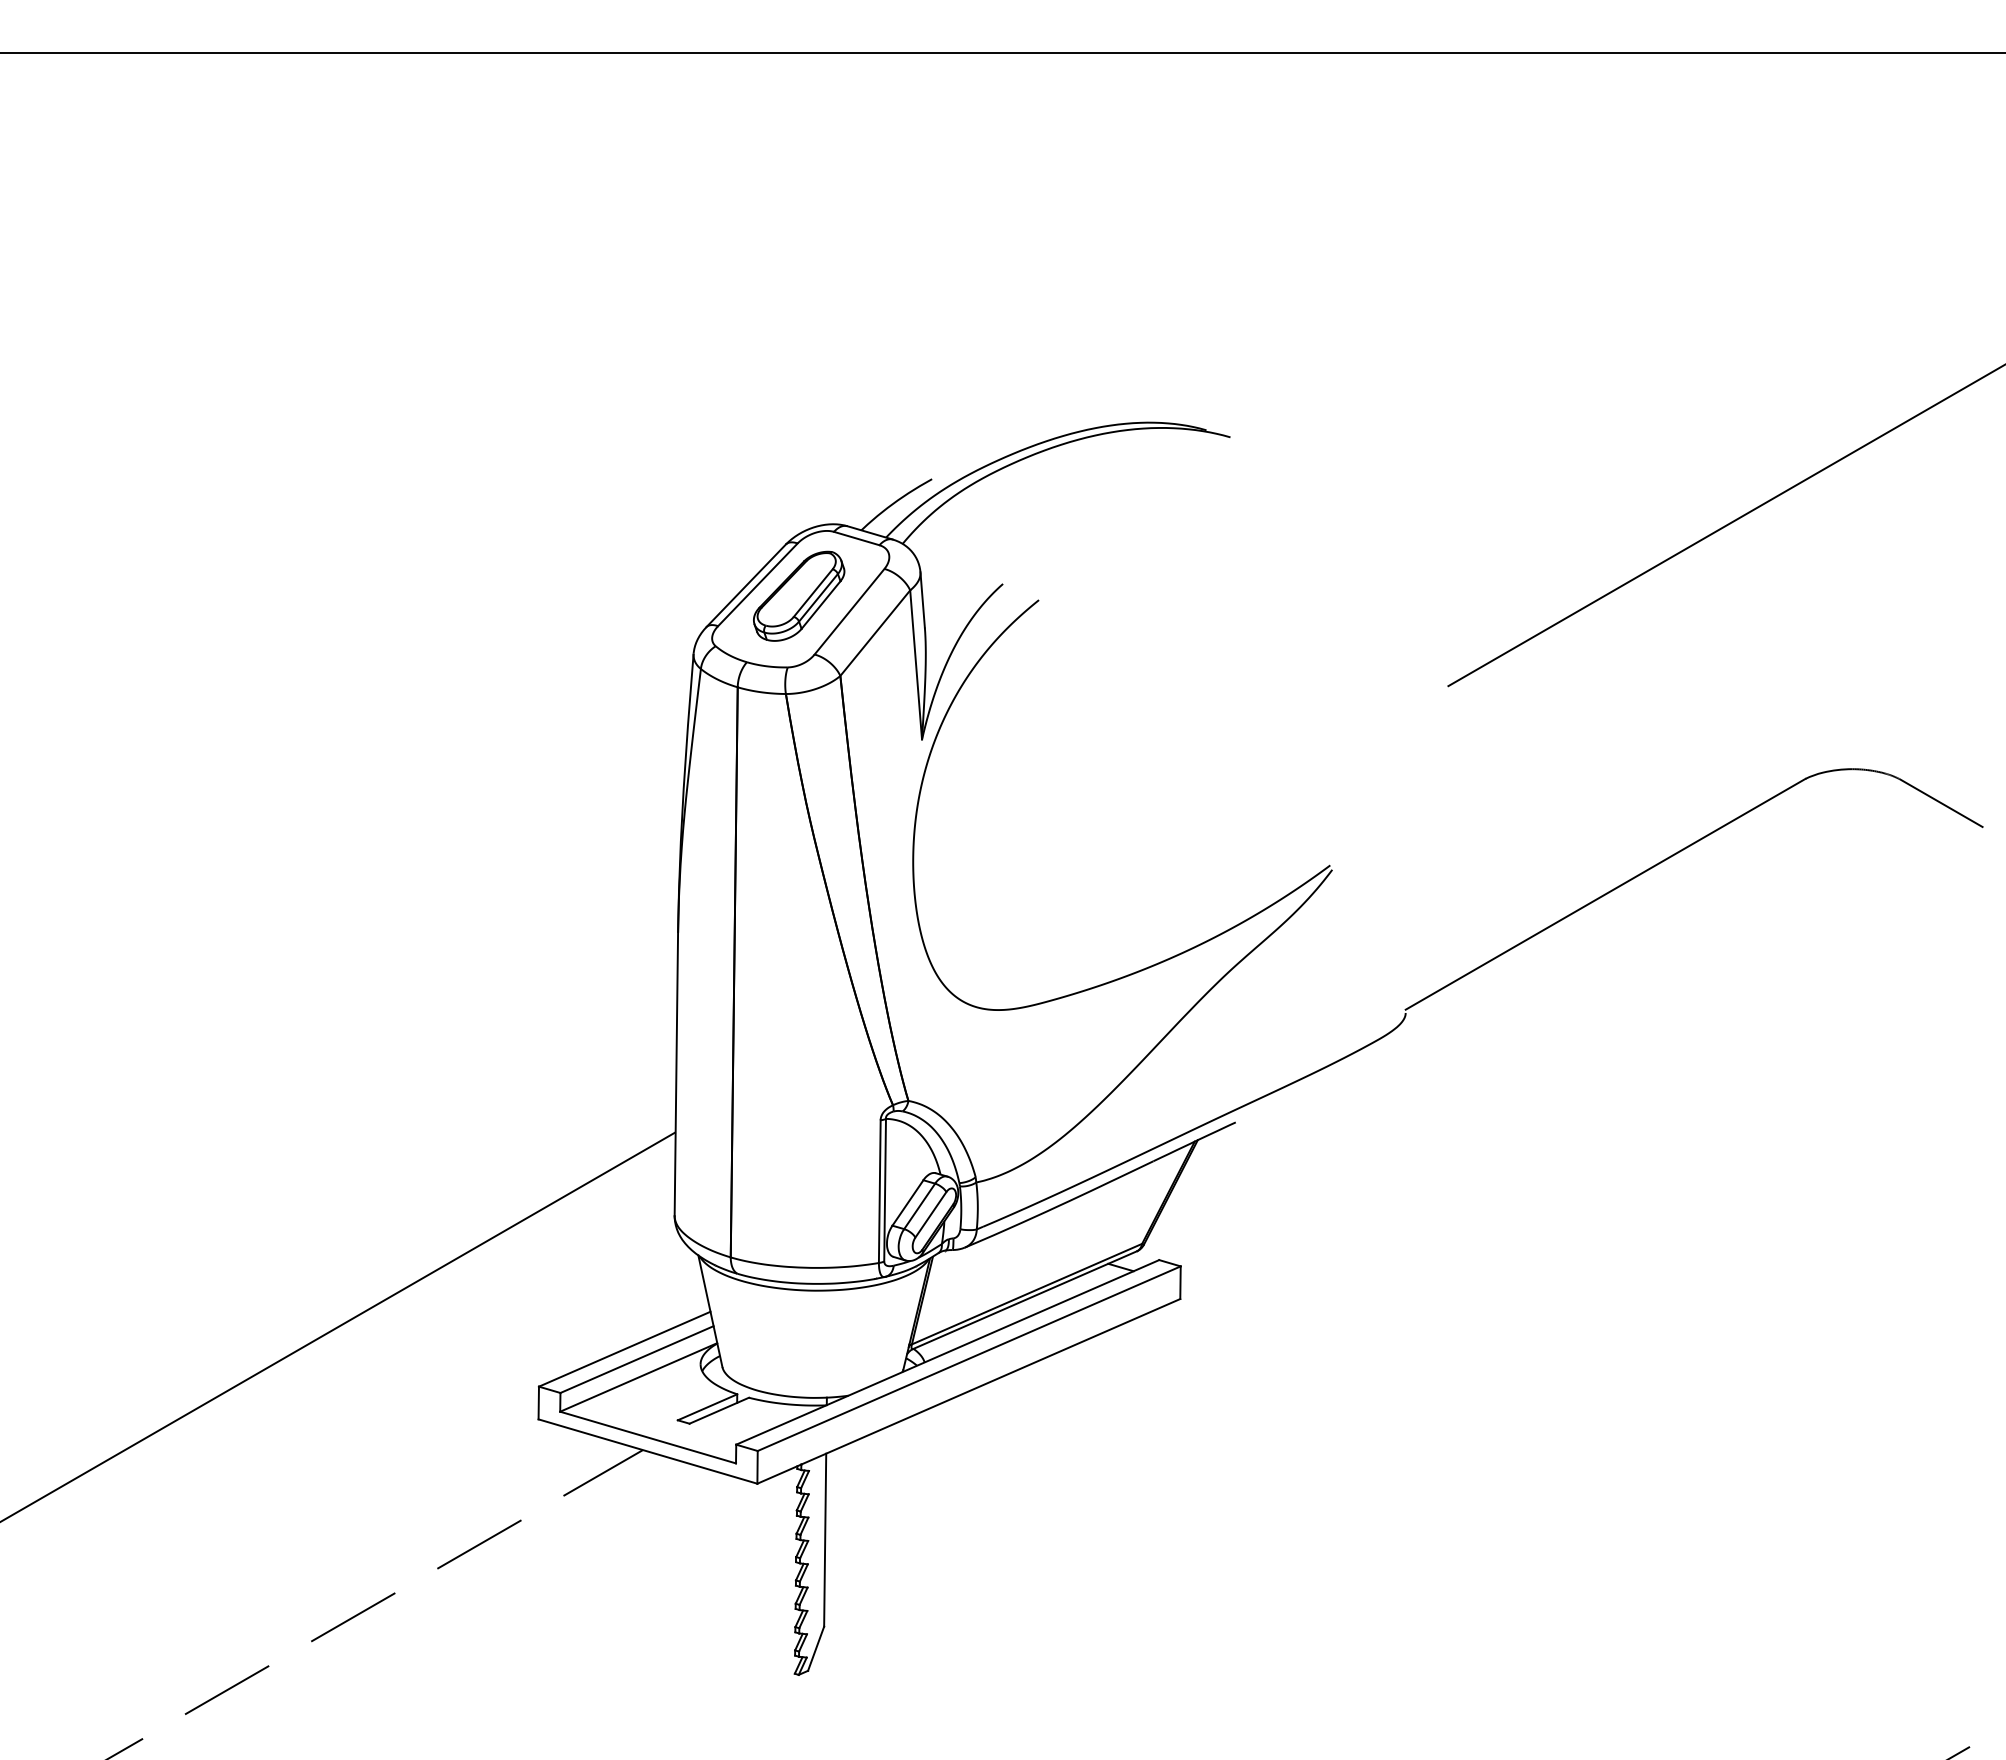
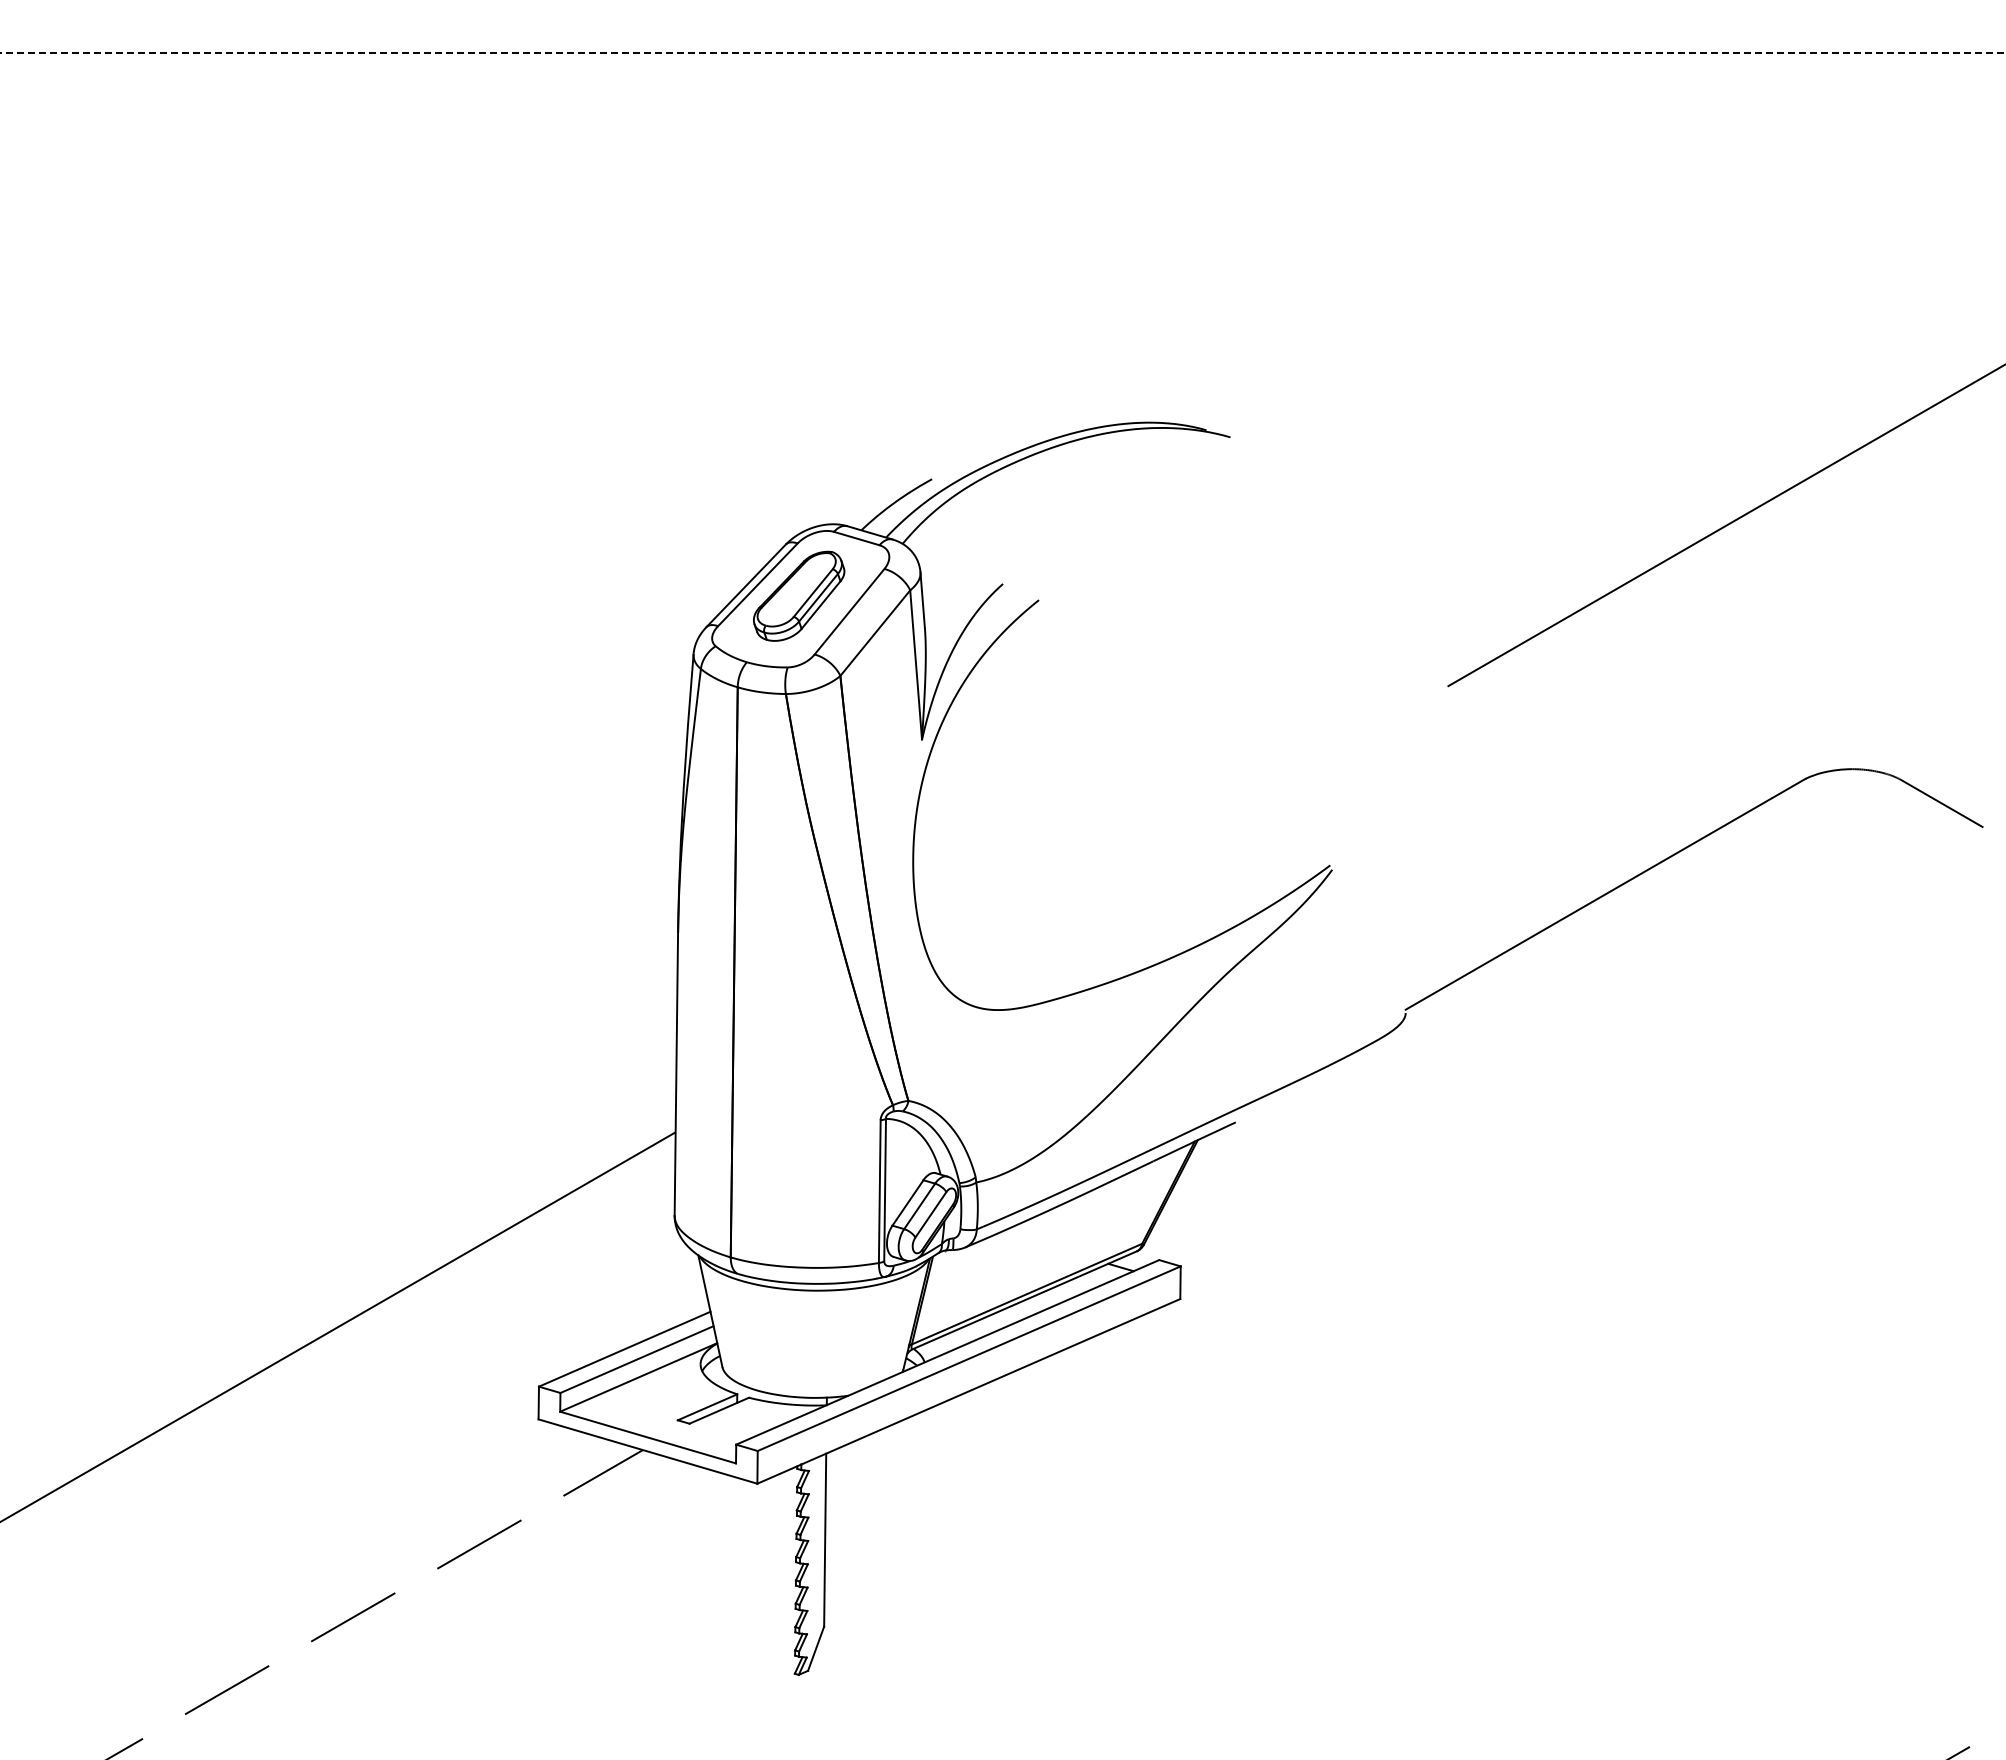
line at (1001, 52): solid -> dashed
